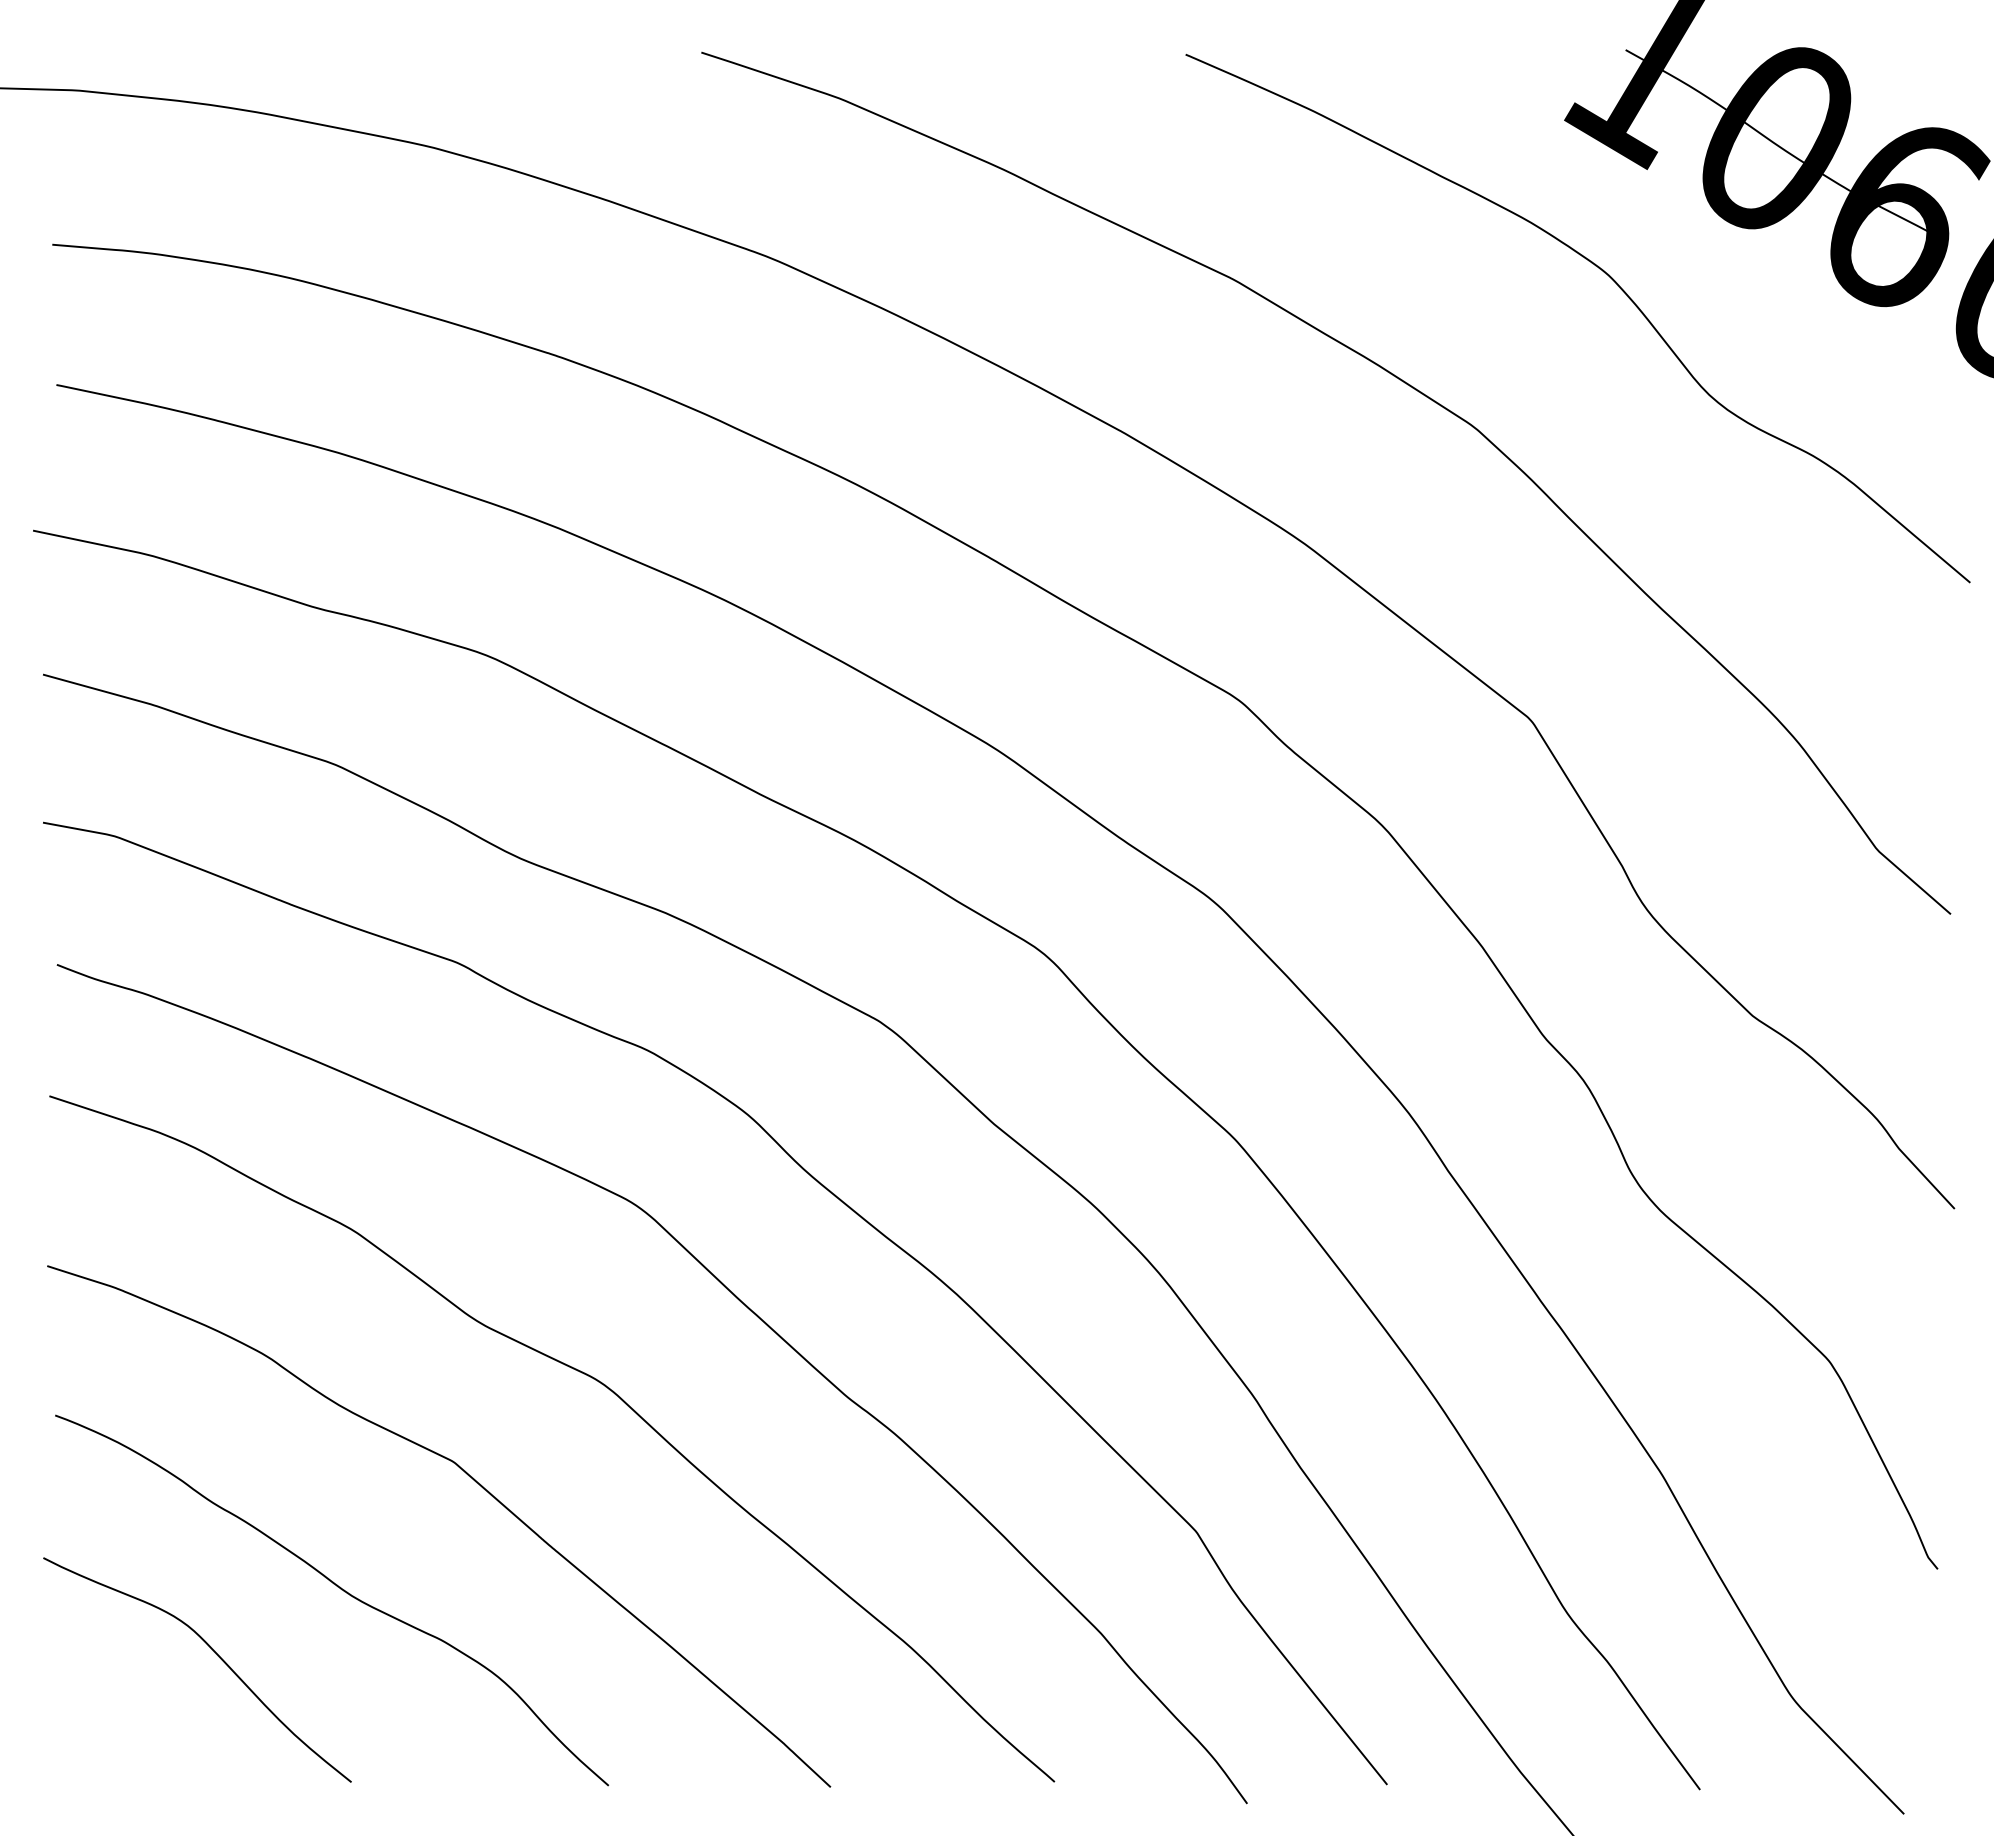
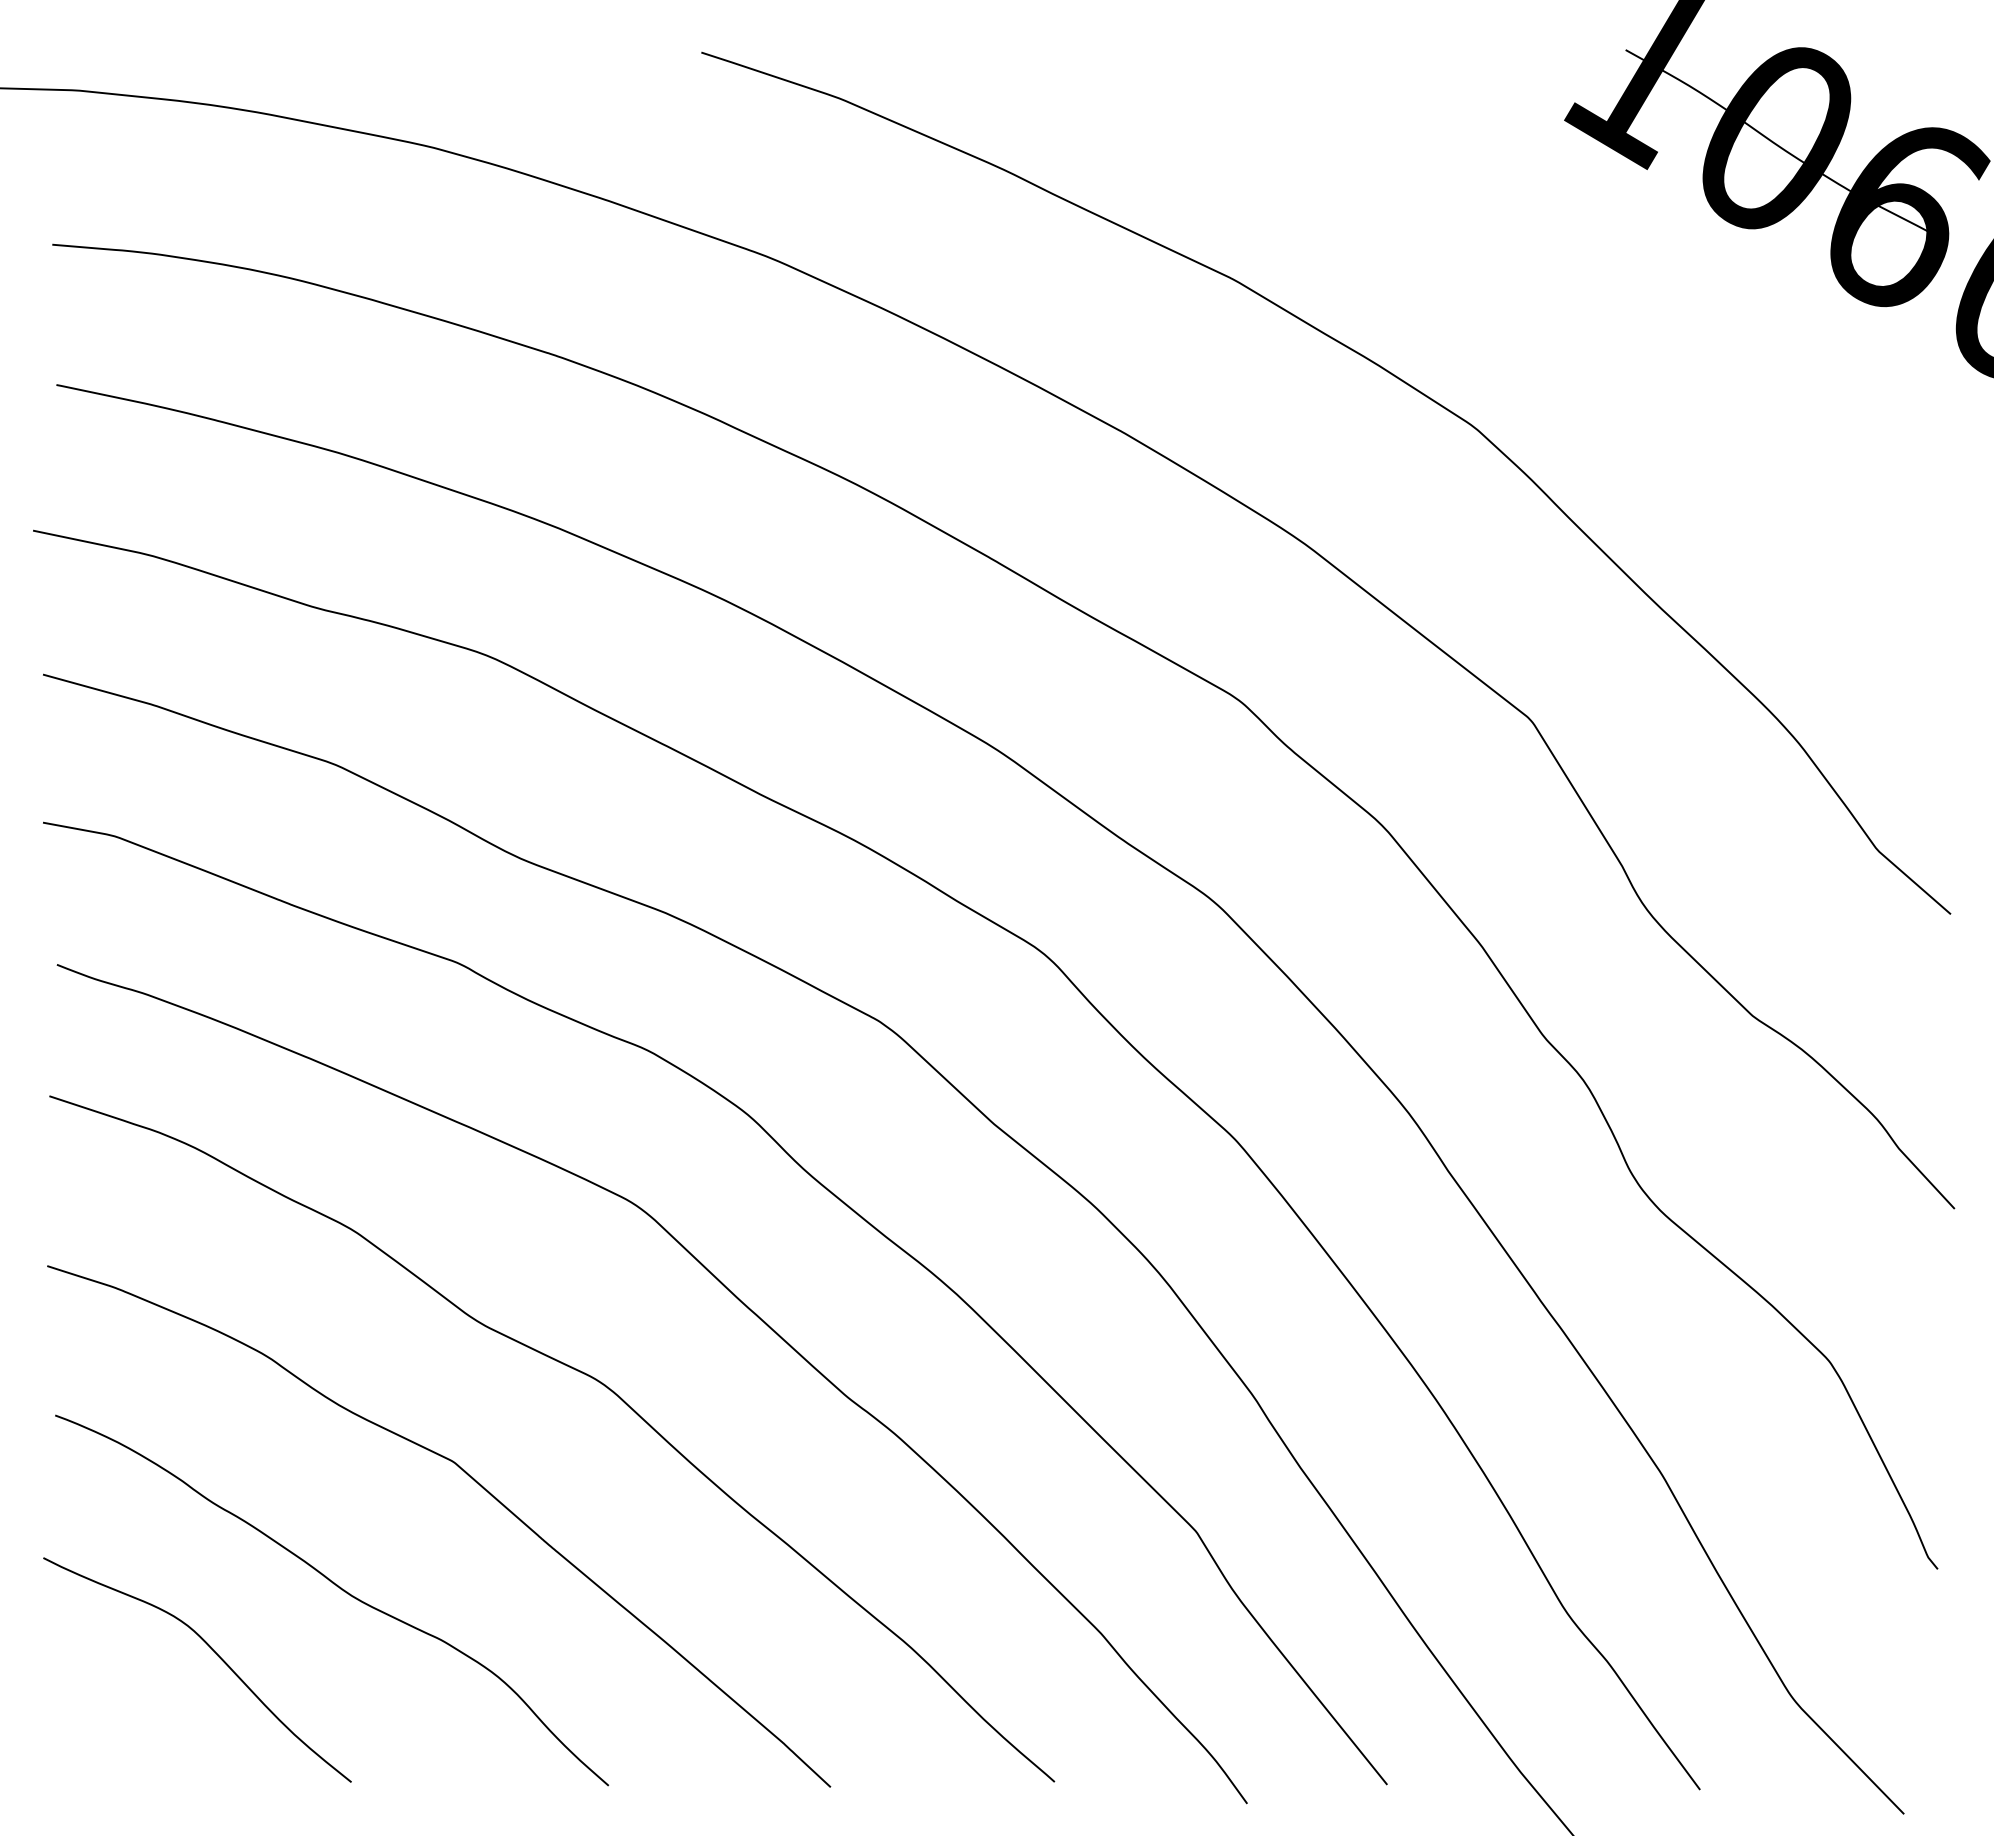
curve at (1619, 288): present -> none
